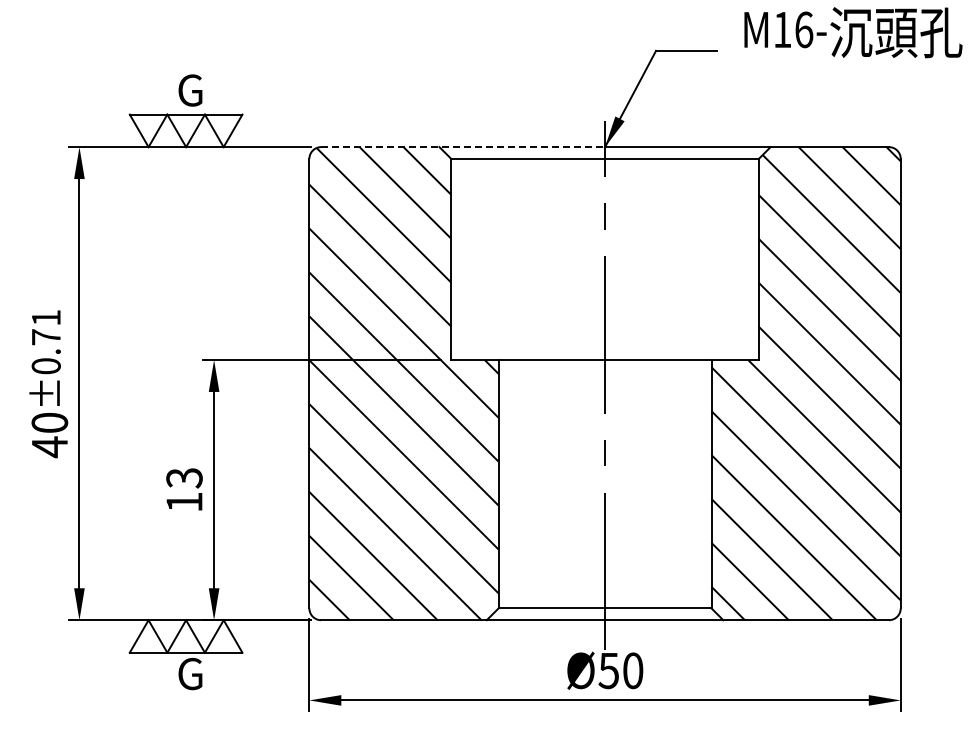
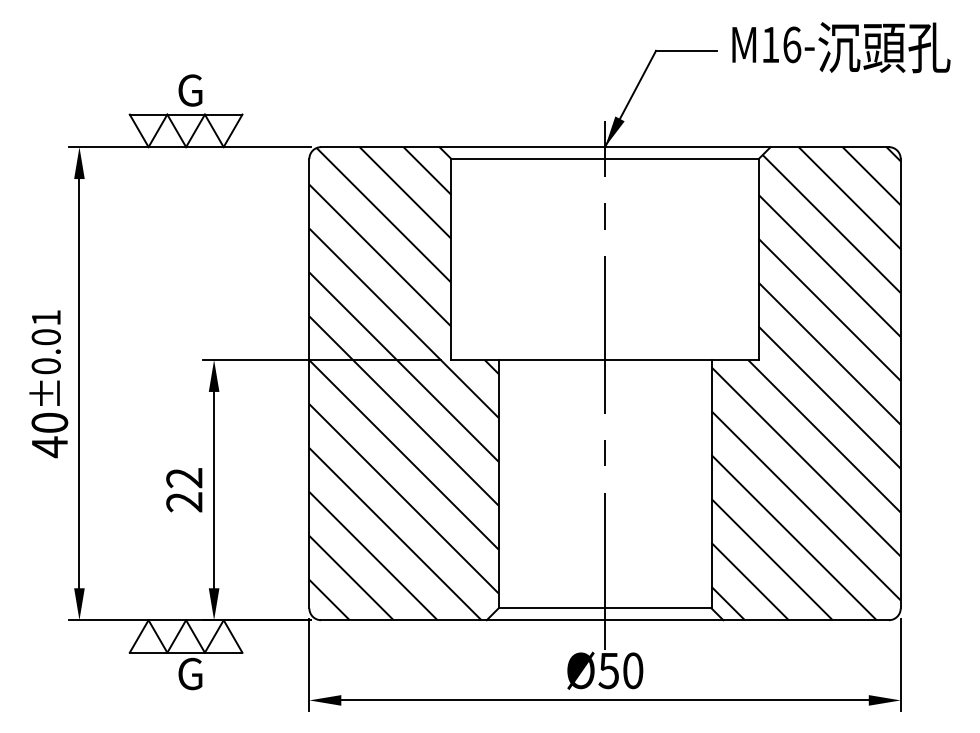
text at (853, 32) position: (853, 32) -> (841, 47)
line at (463, 147): dashed -> solid
text at (45, 337): ±0.71 -> ±0.01
text at (184, 490): 13 -> 22
